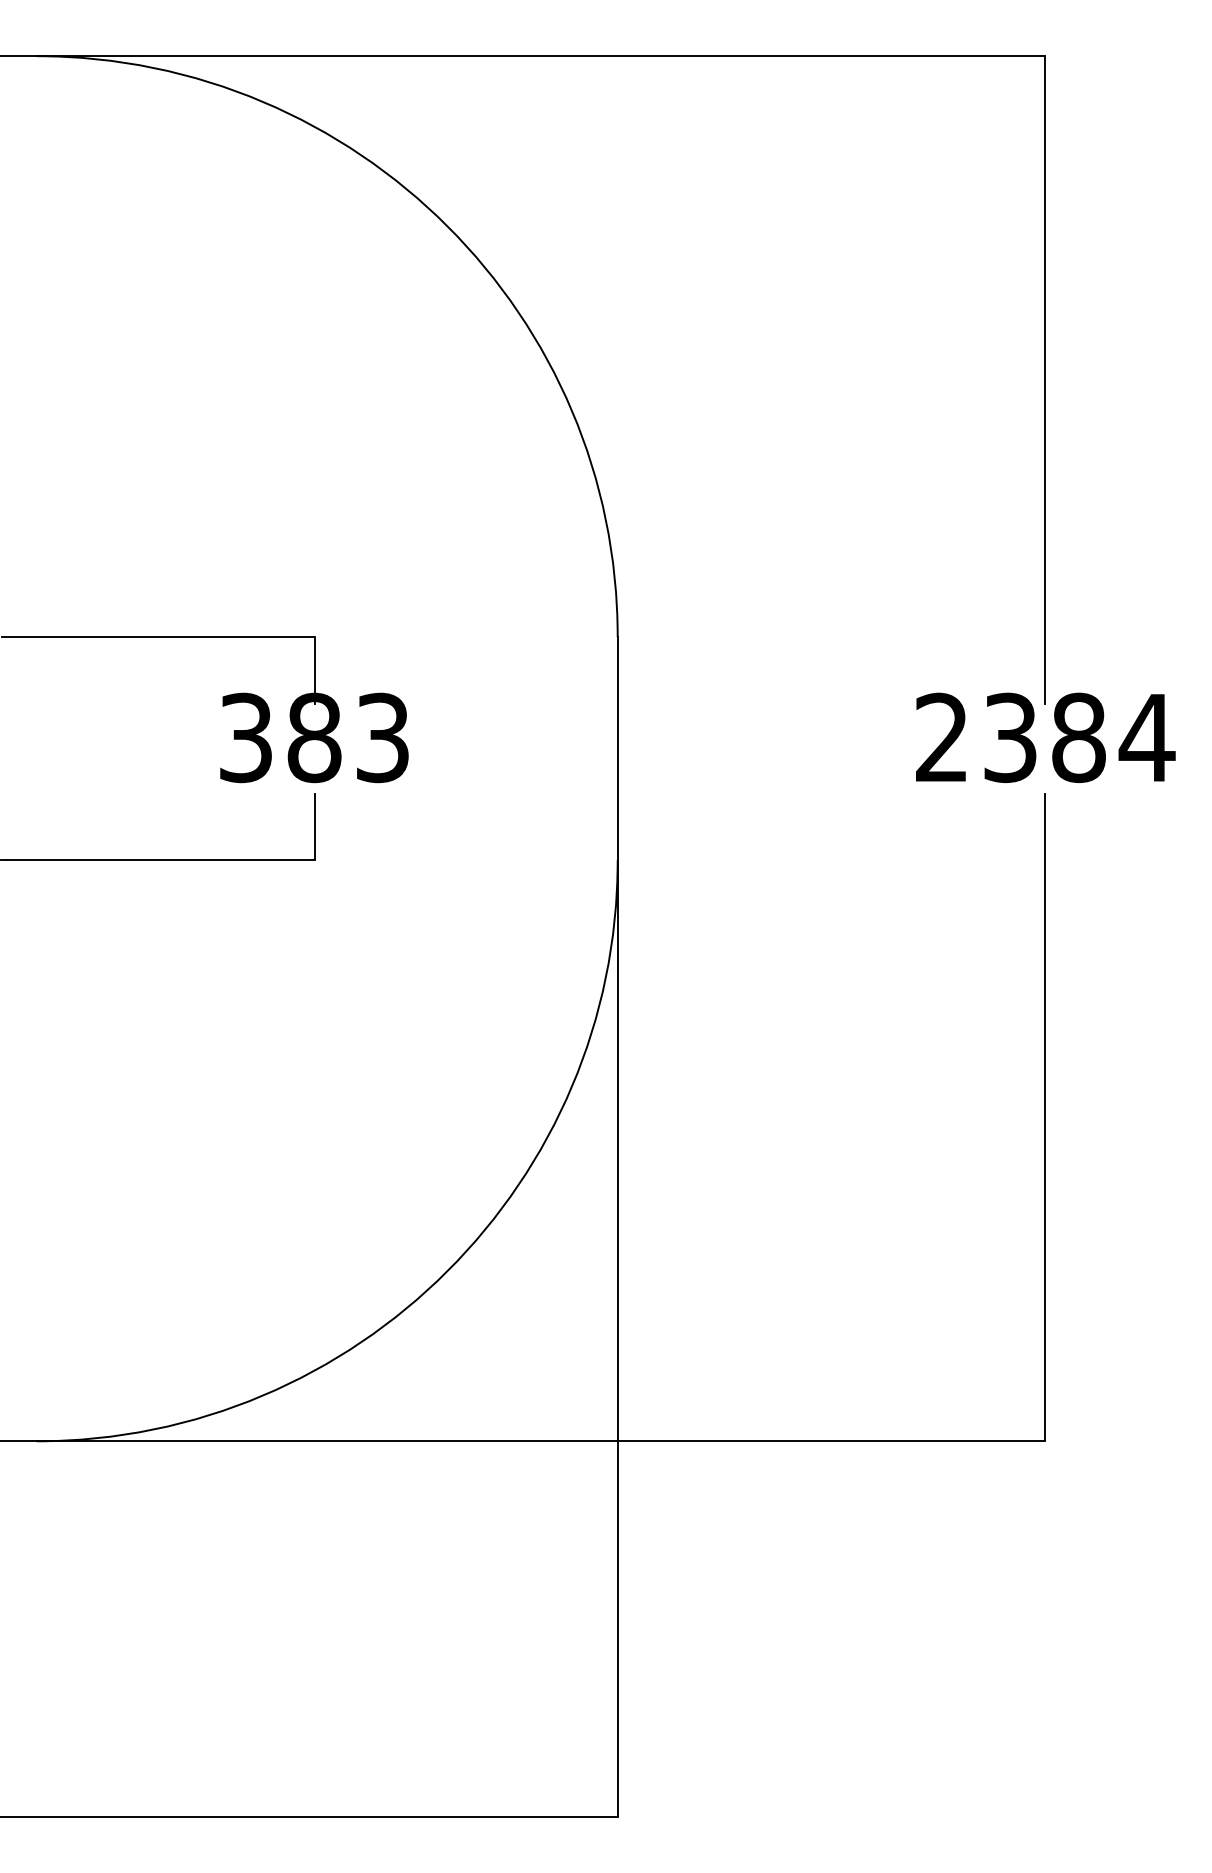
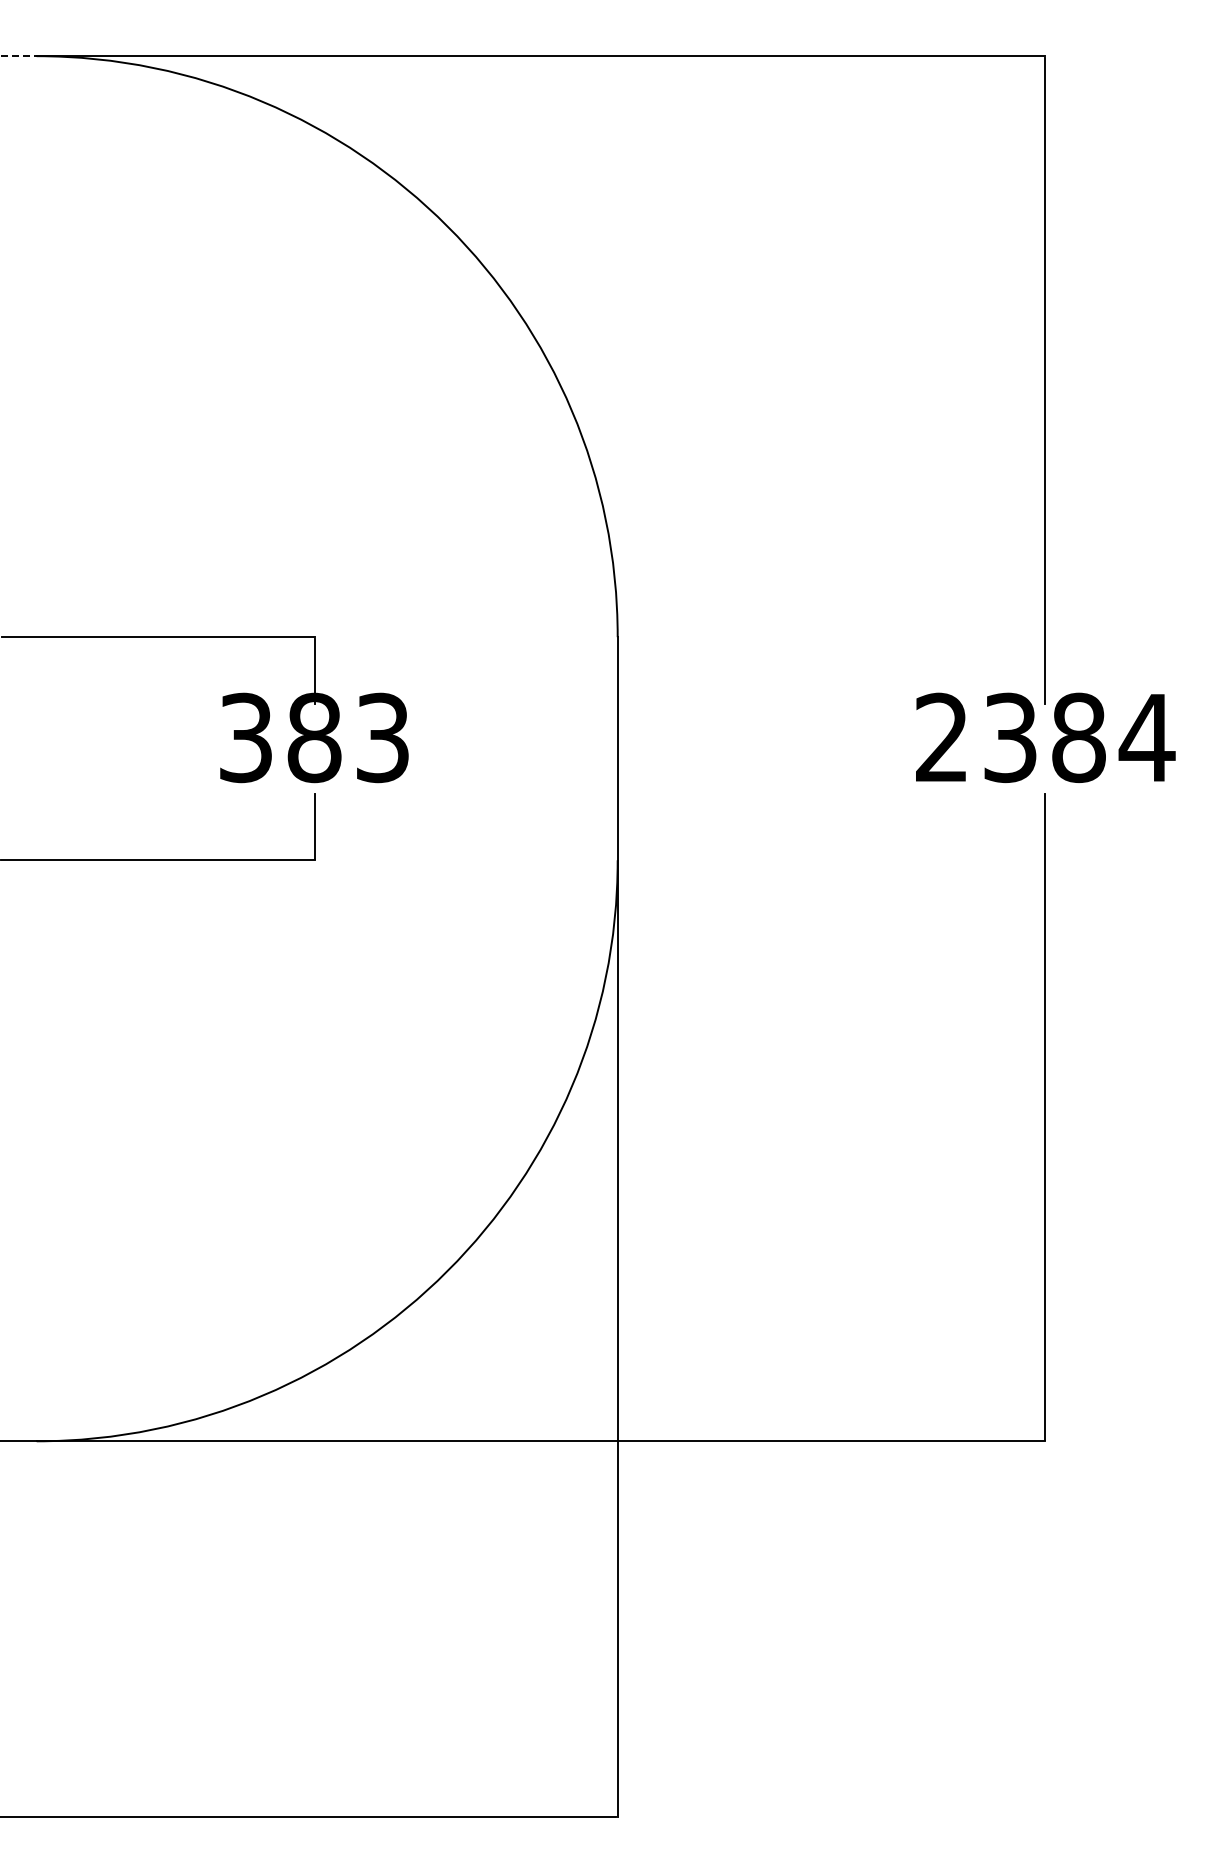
line at (18, 56): solid -> dashed
